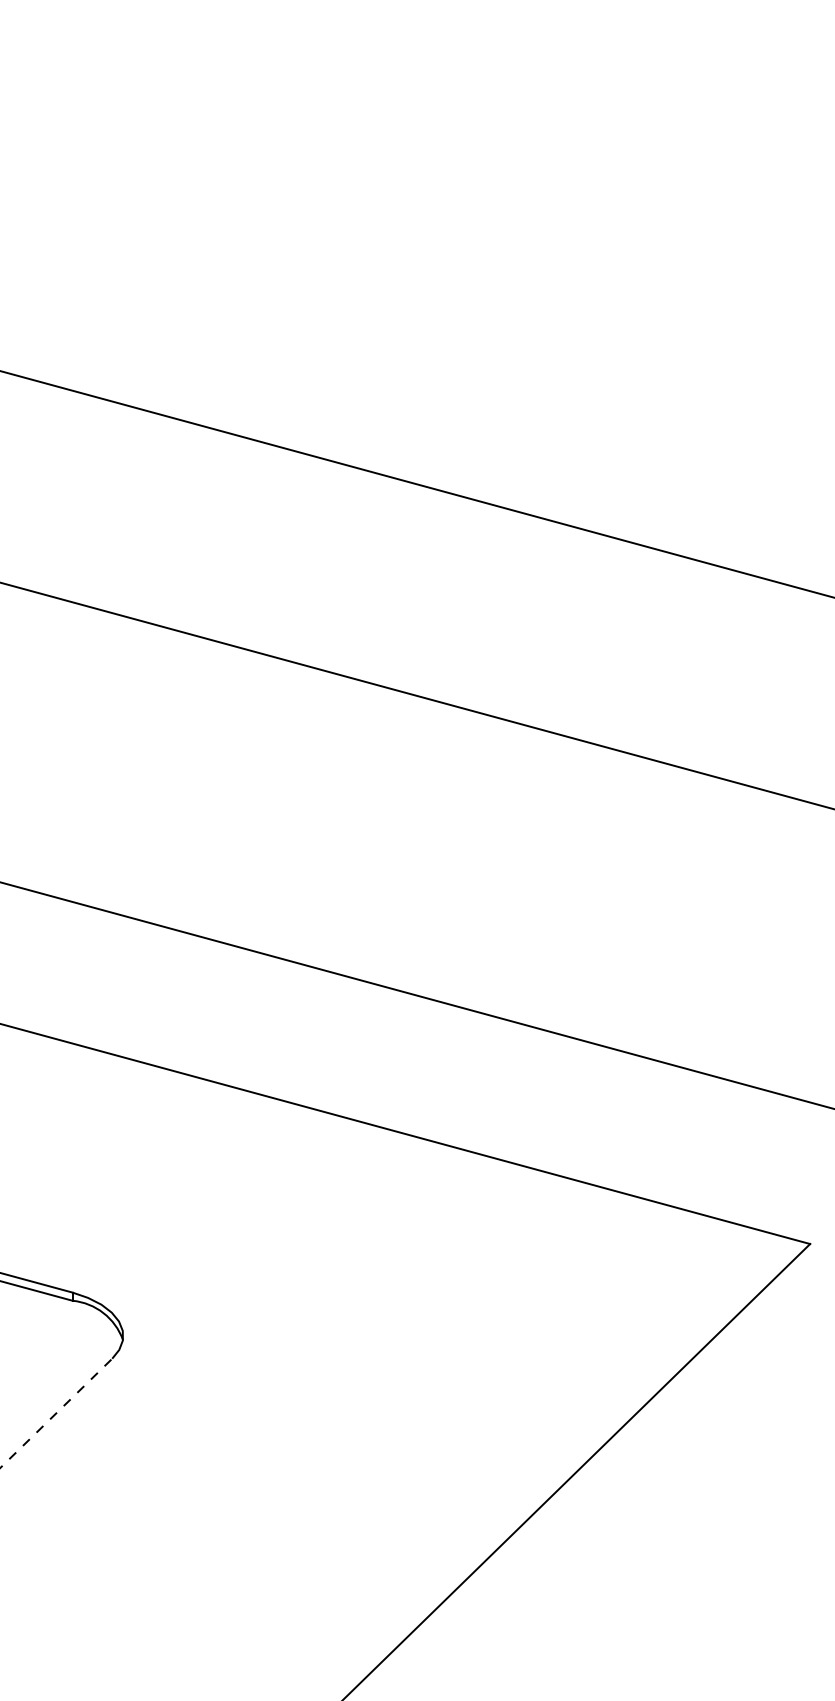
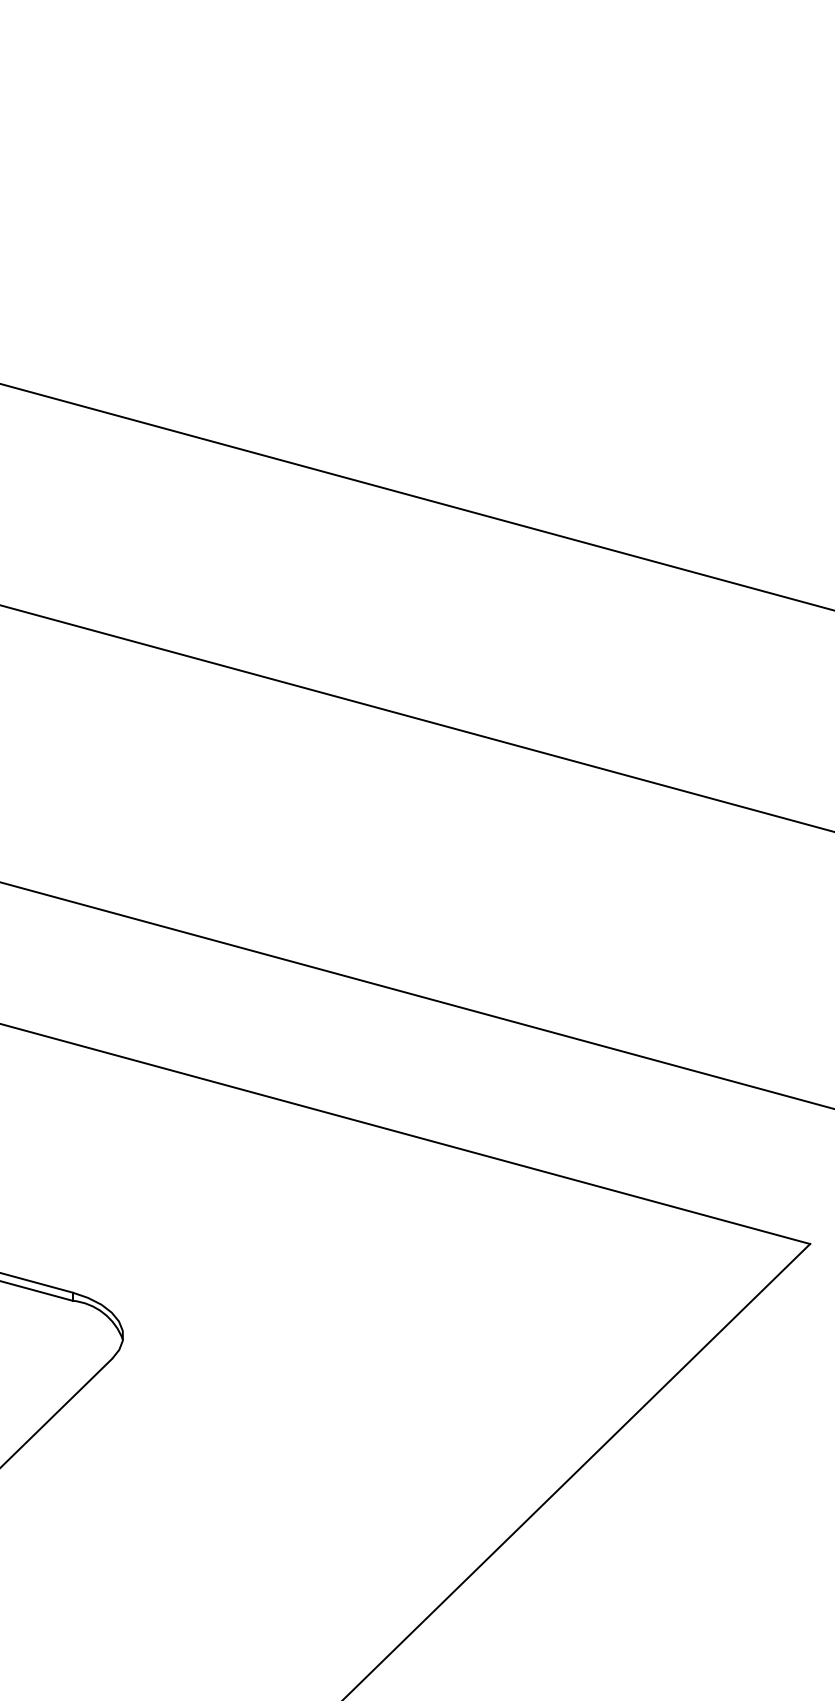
line at (416, 483) position: (416, 483) -> (416, 496)
line at (416, 695) position: (416, 695) -> (416, 718)
line at (56, 1413): dashed -> solid
